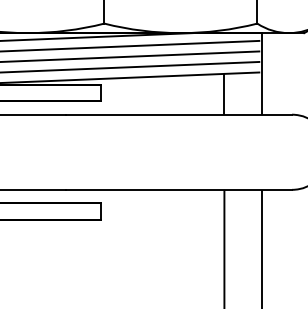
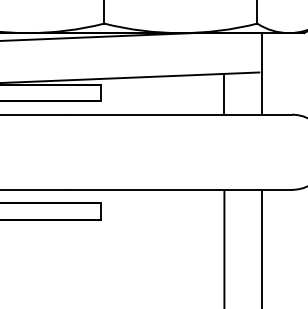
line at (130, 45): present -> none
line at (130, 56): present -> none
line at (130, 66): present -> none
